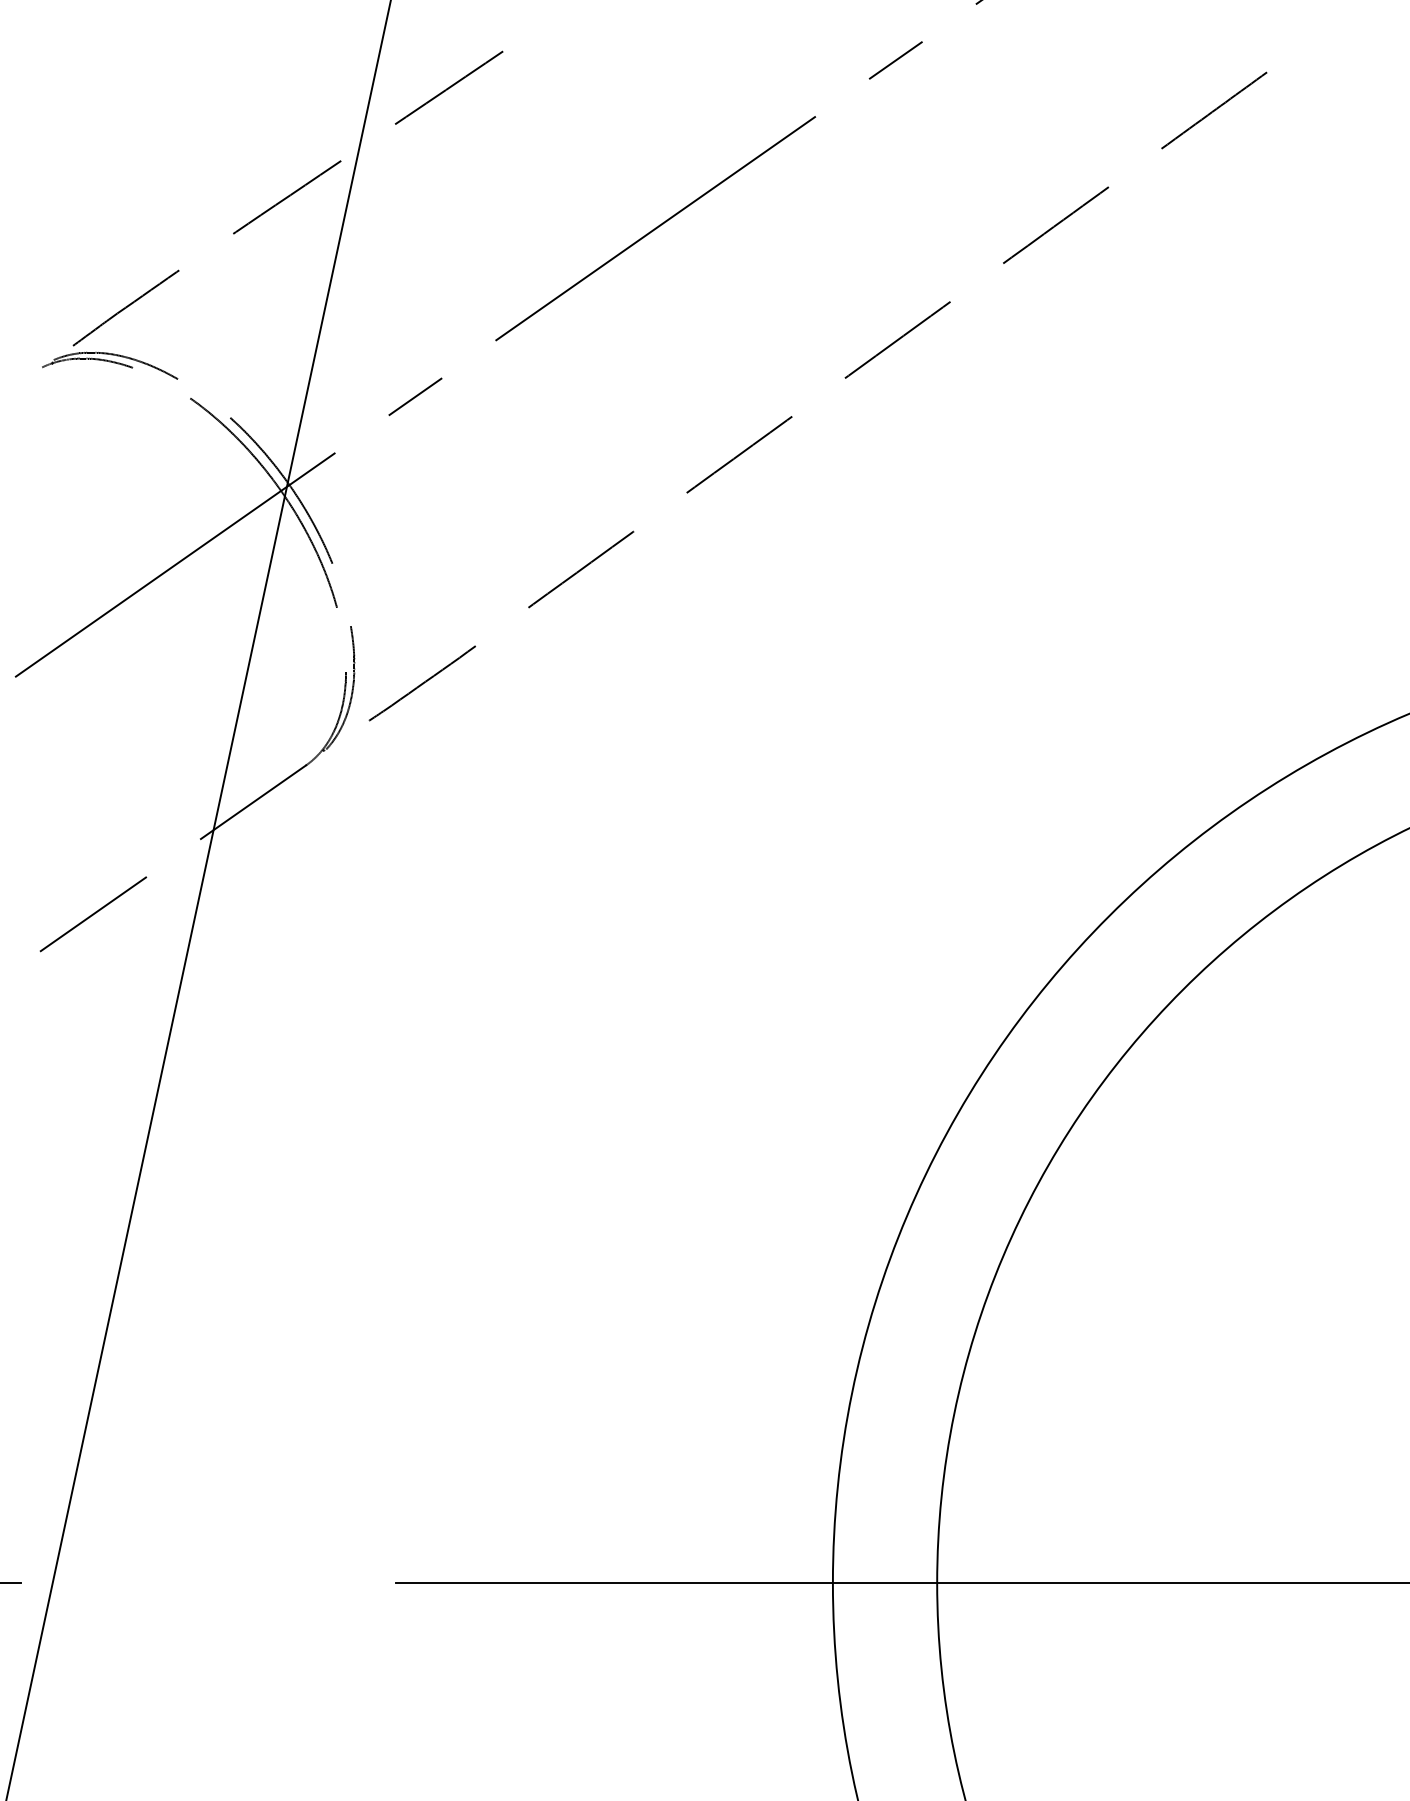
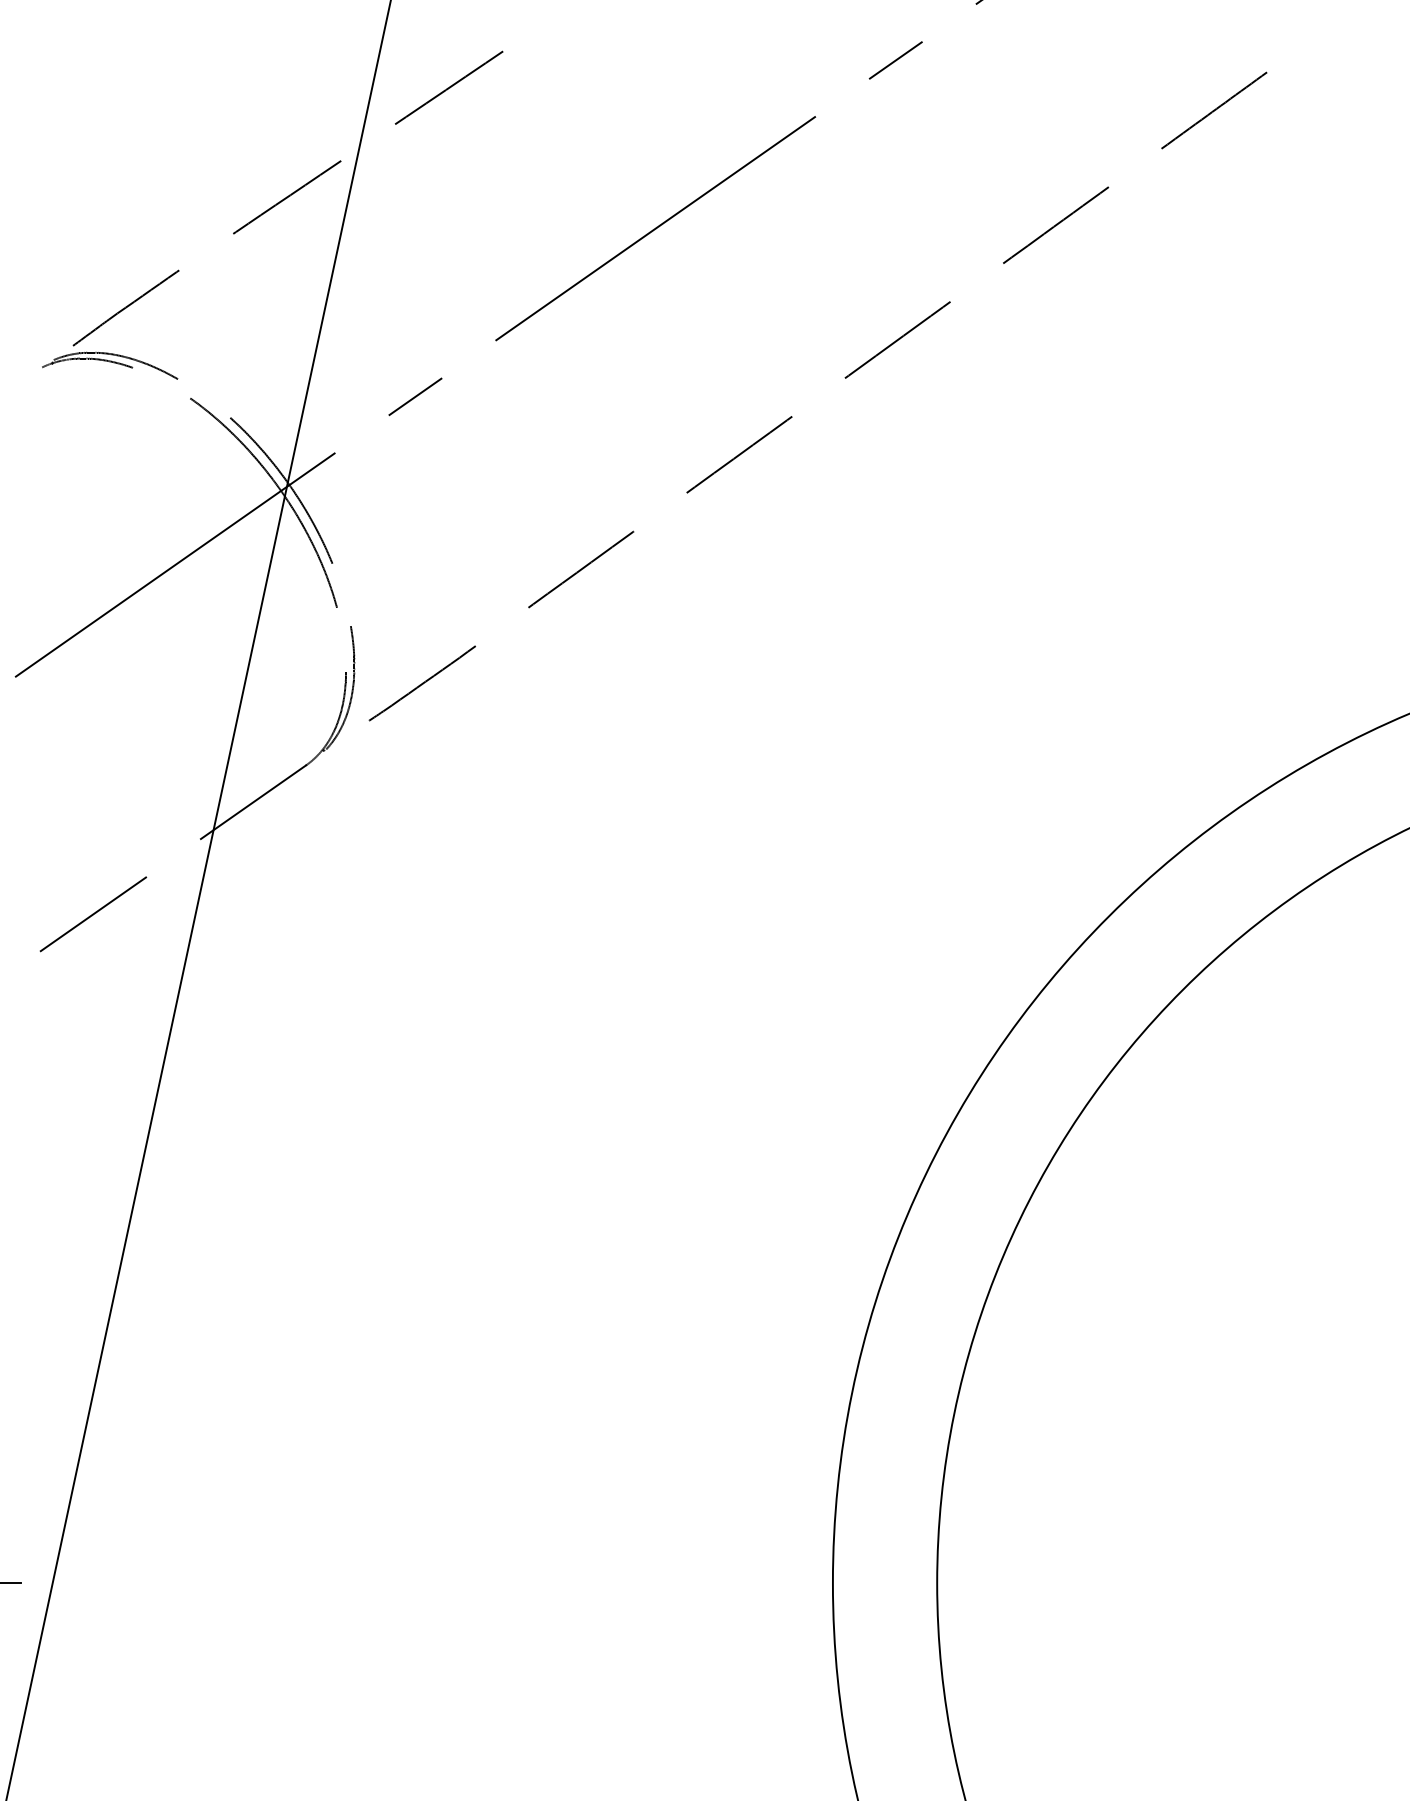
line at (901, 1583): present -> none
